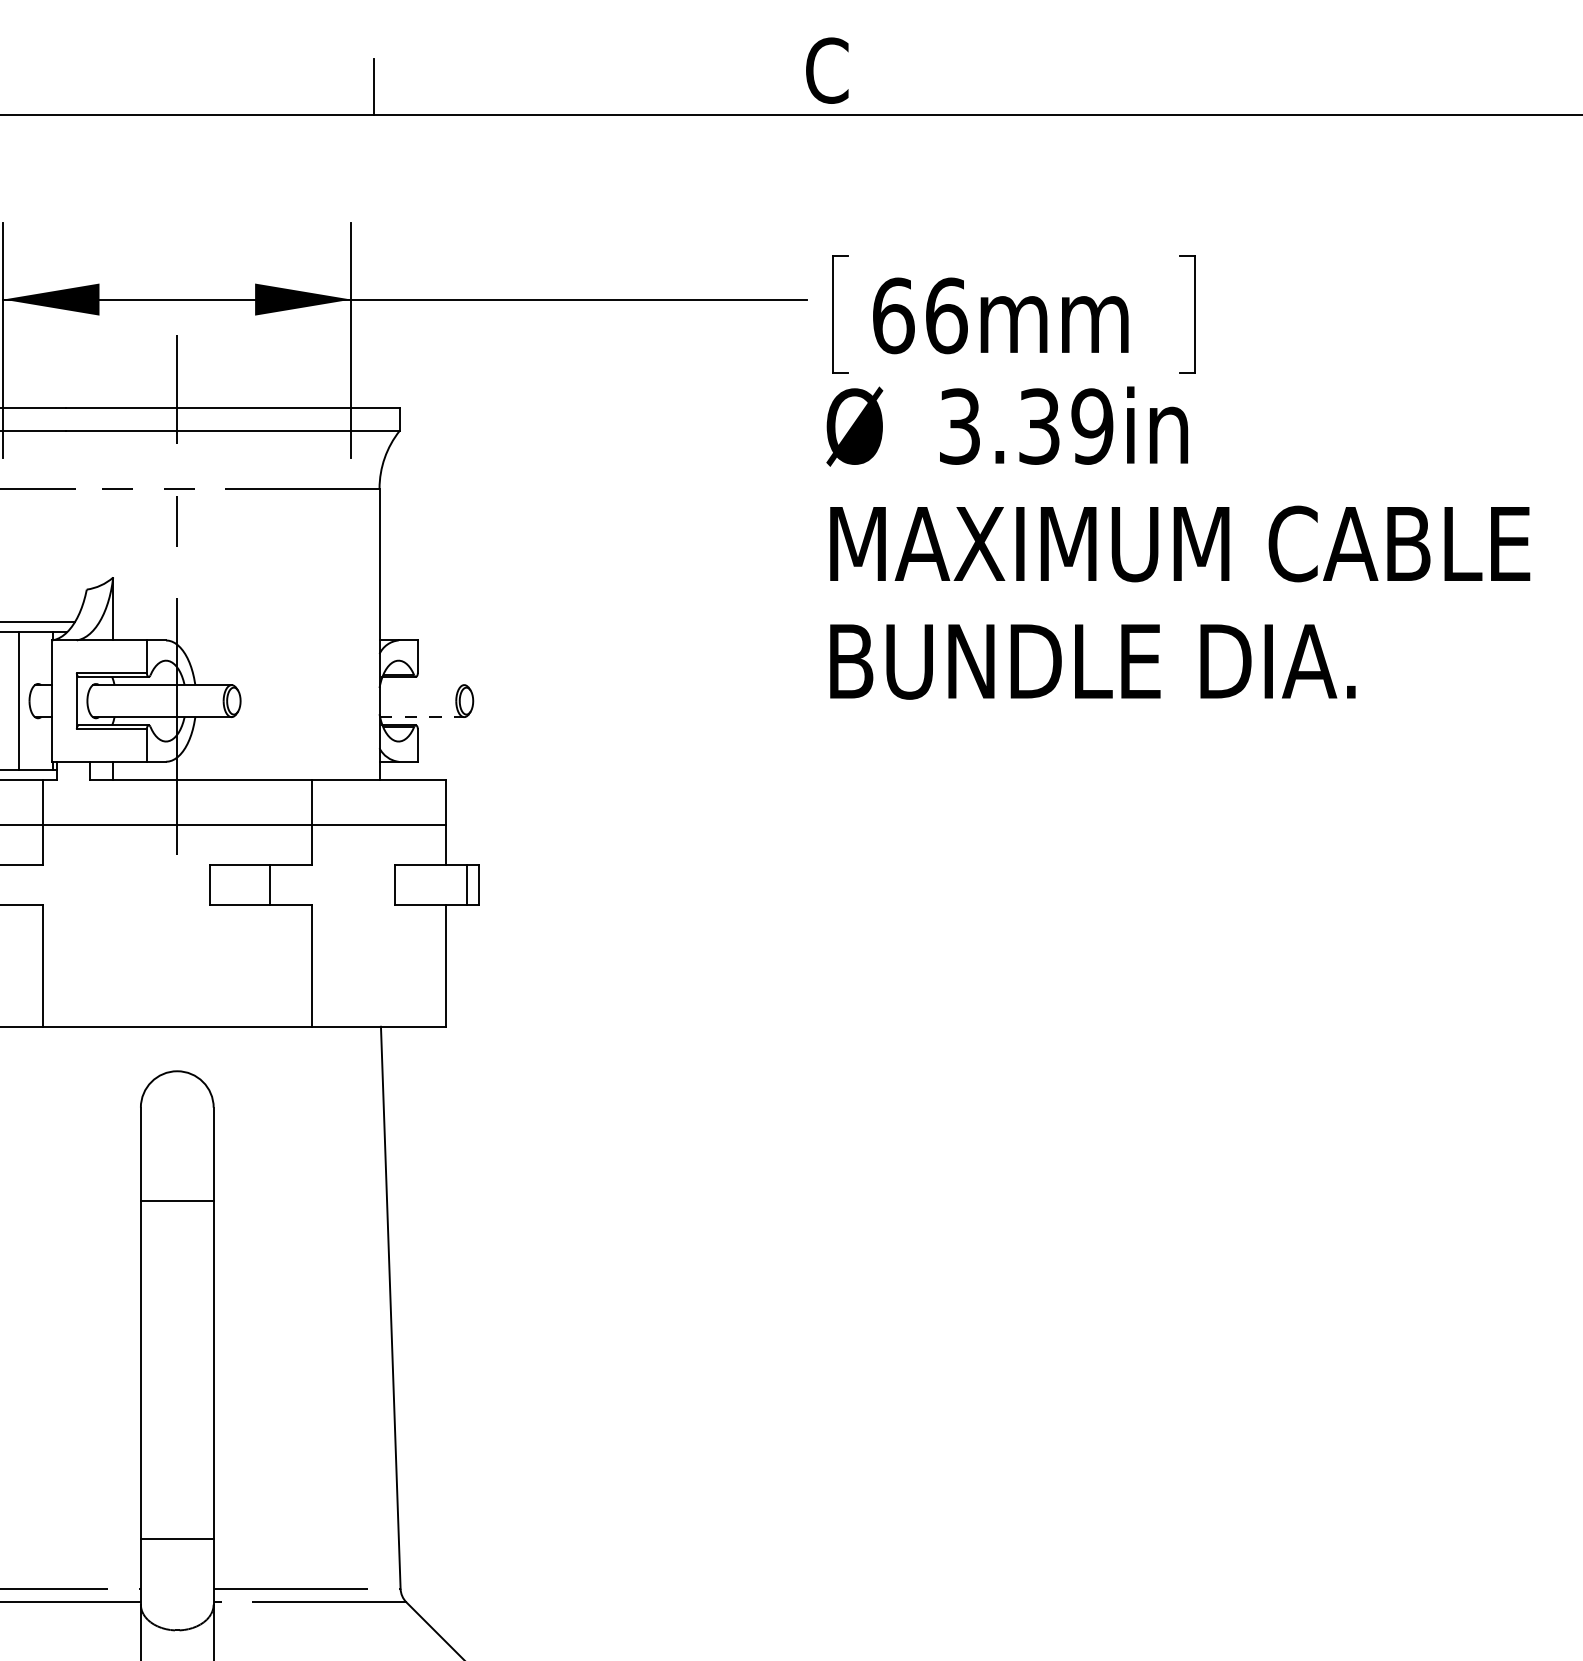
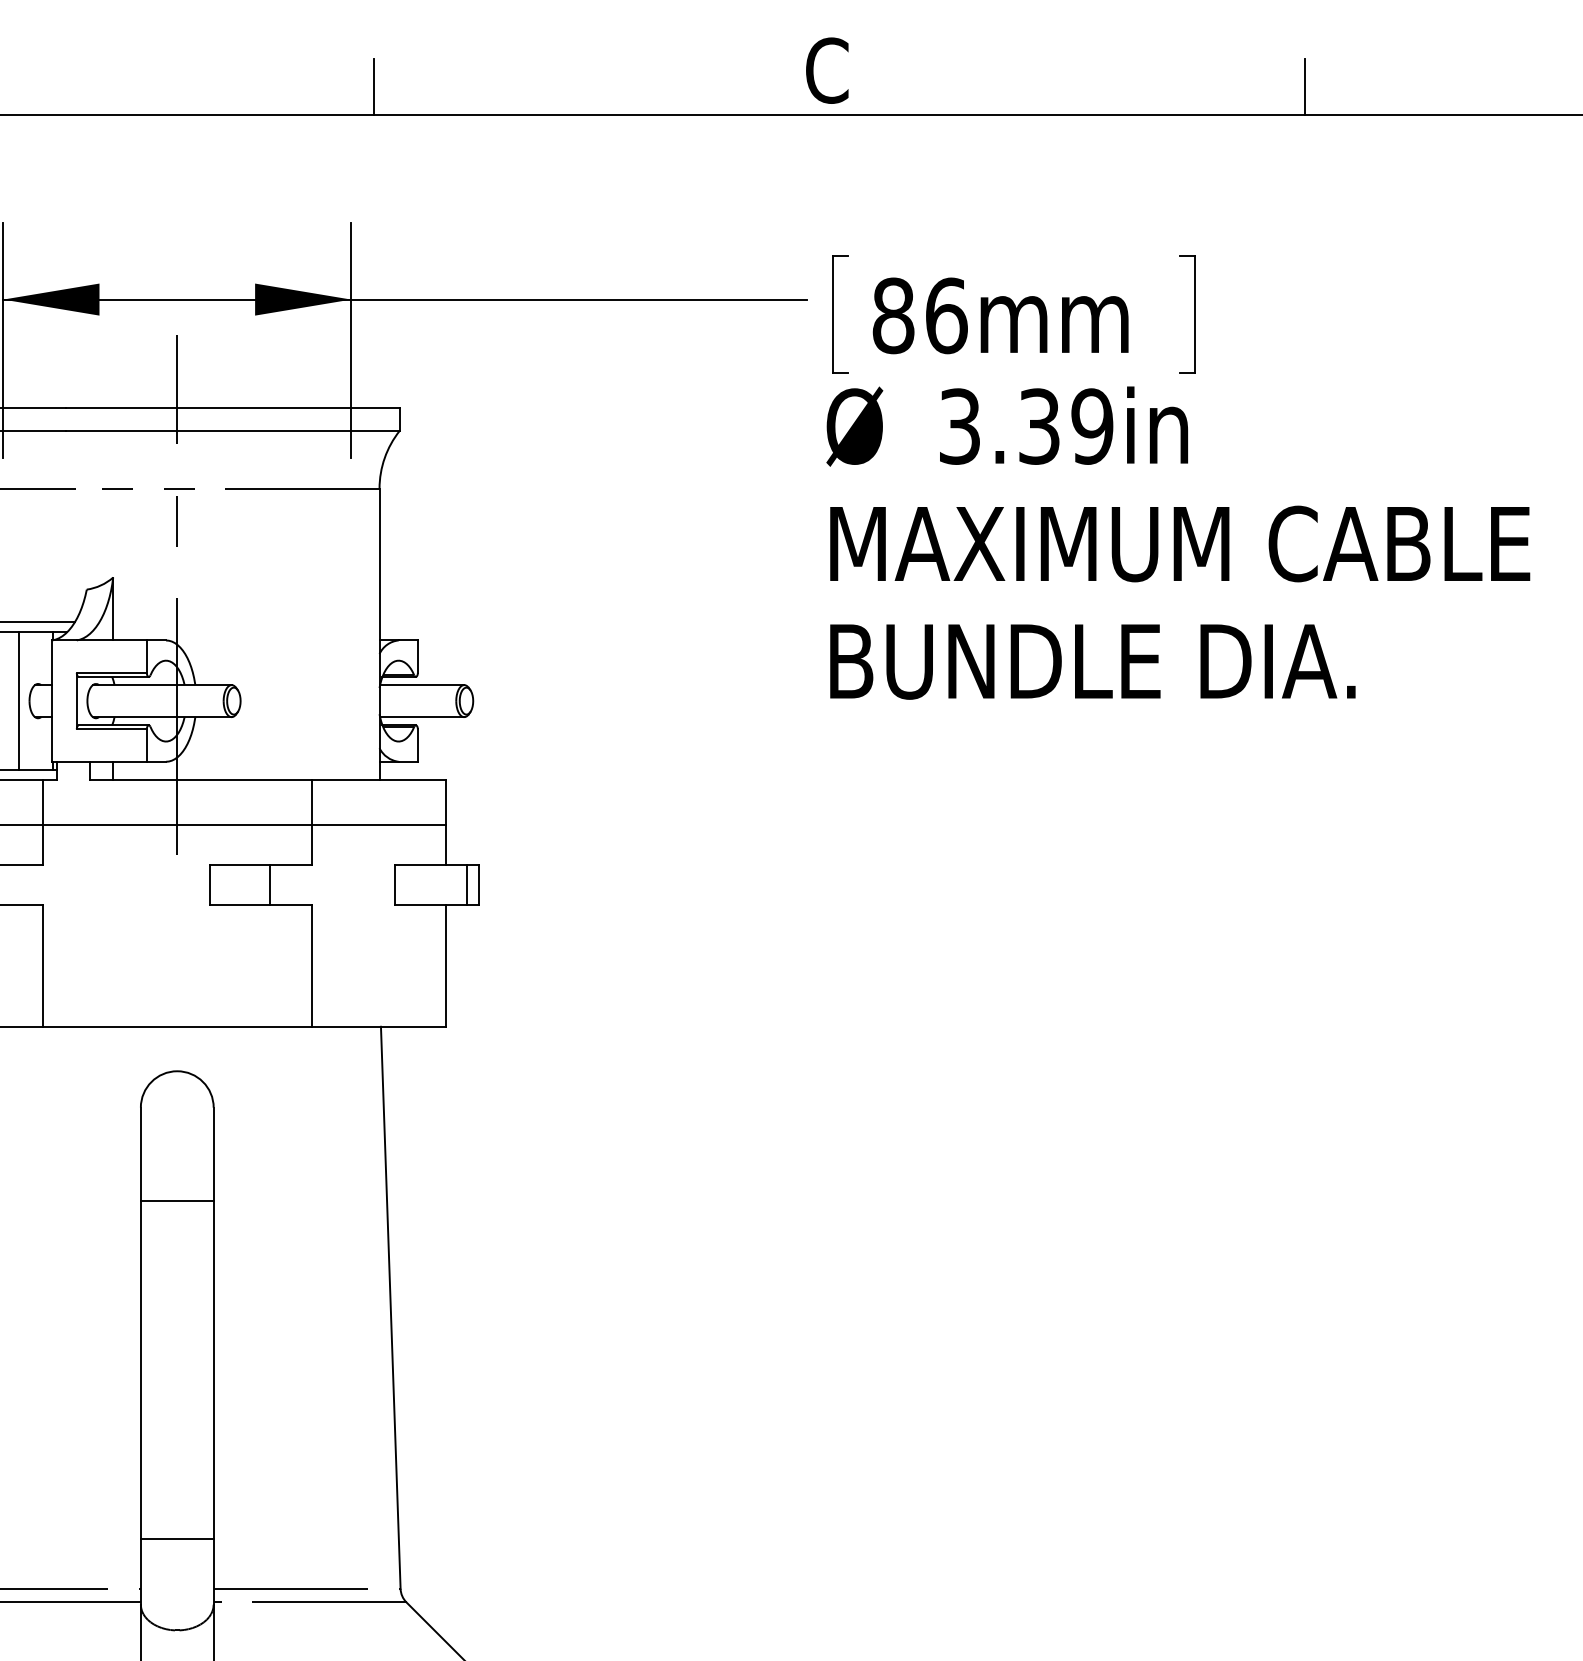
line at (1305, 86): none -> present
text at (893, 315): 66mm -> 86mm
line at (422, 685): none -> present
line at (422, 717): dashed -> solid
